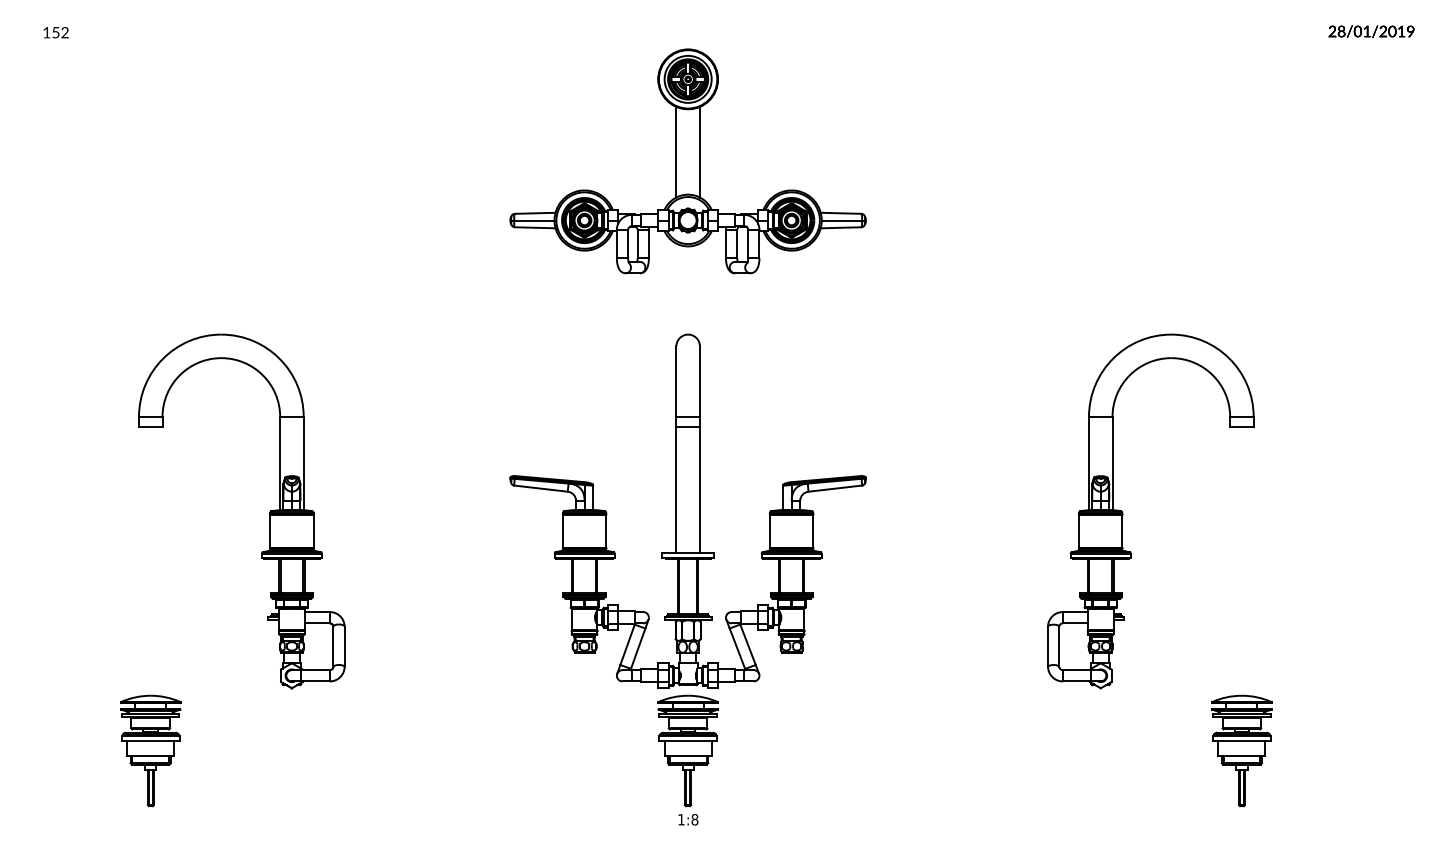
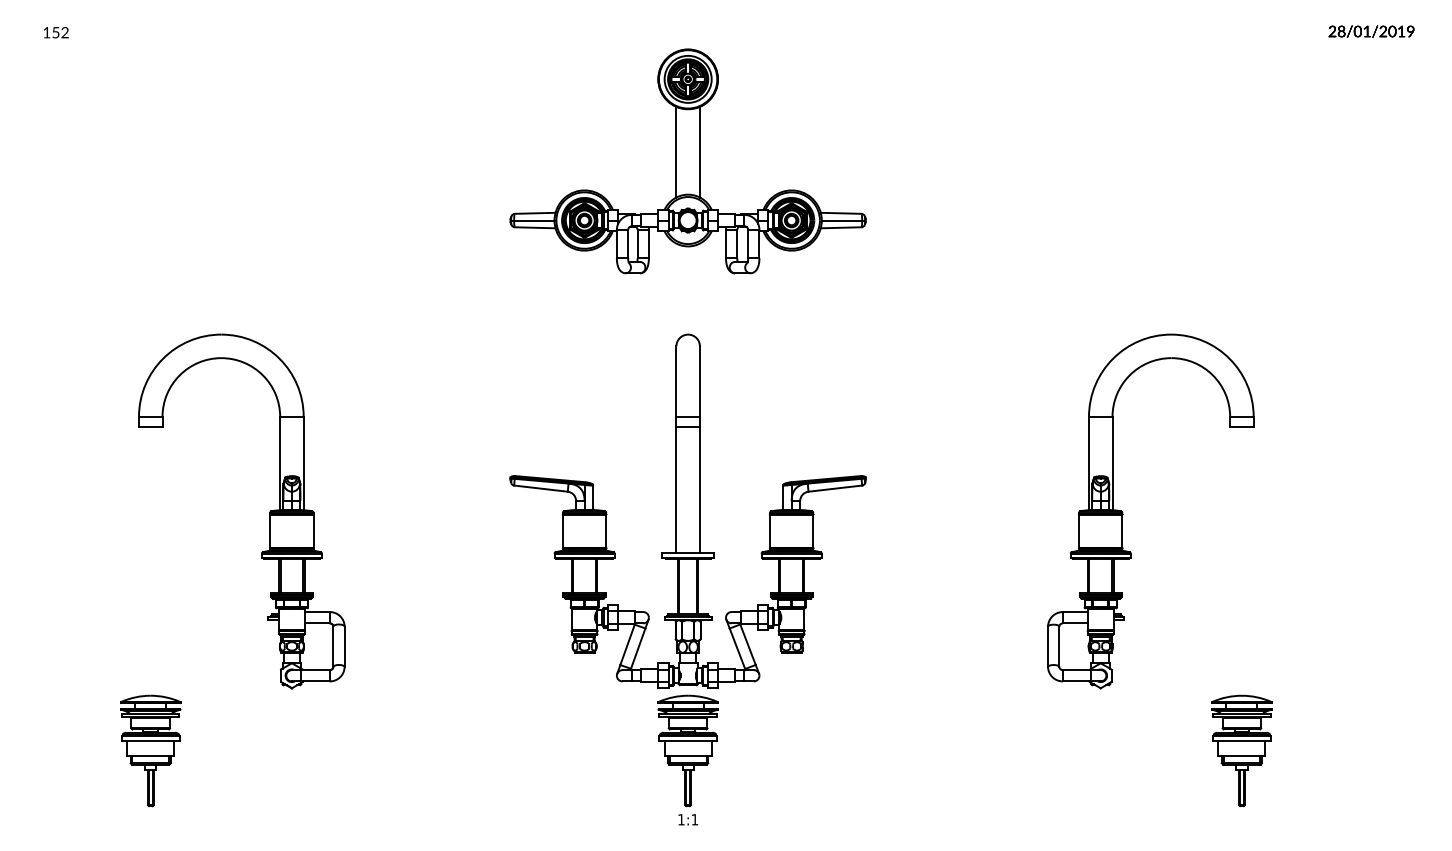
text at (694, 819): 1:8 -> 1:1
